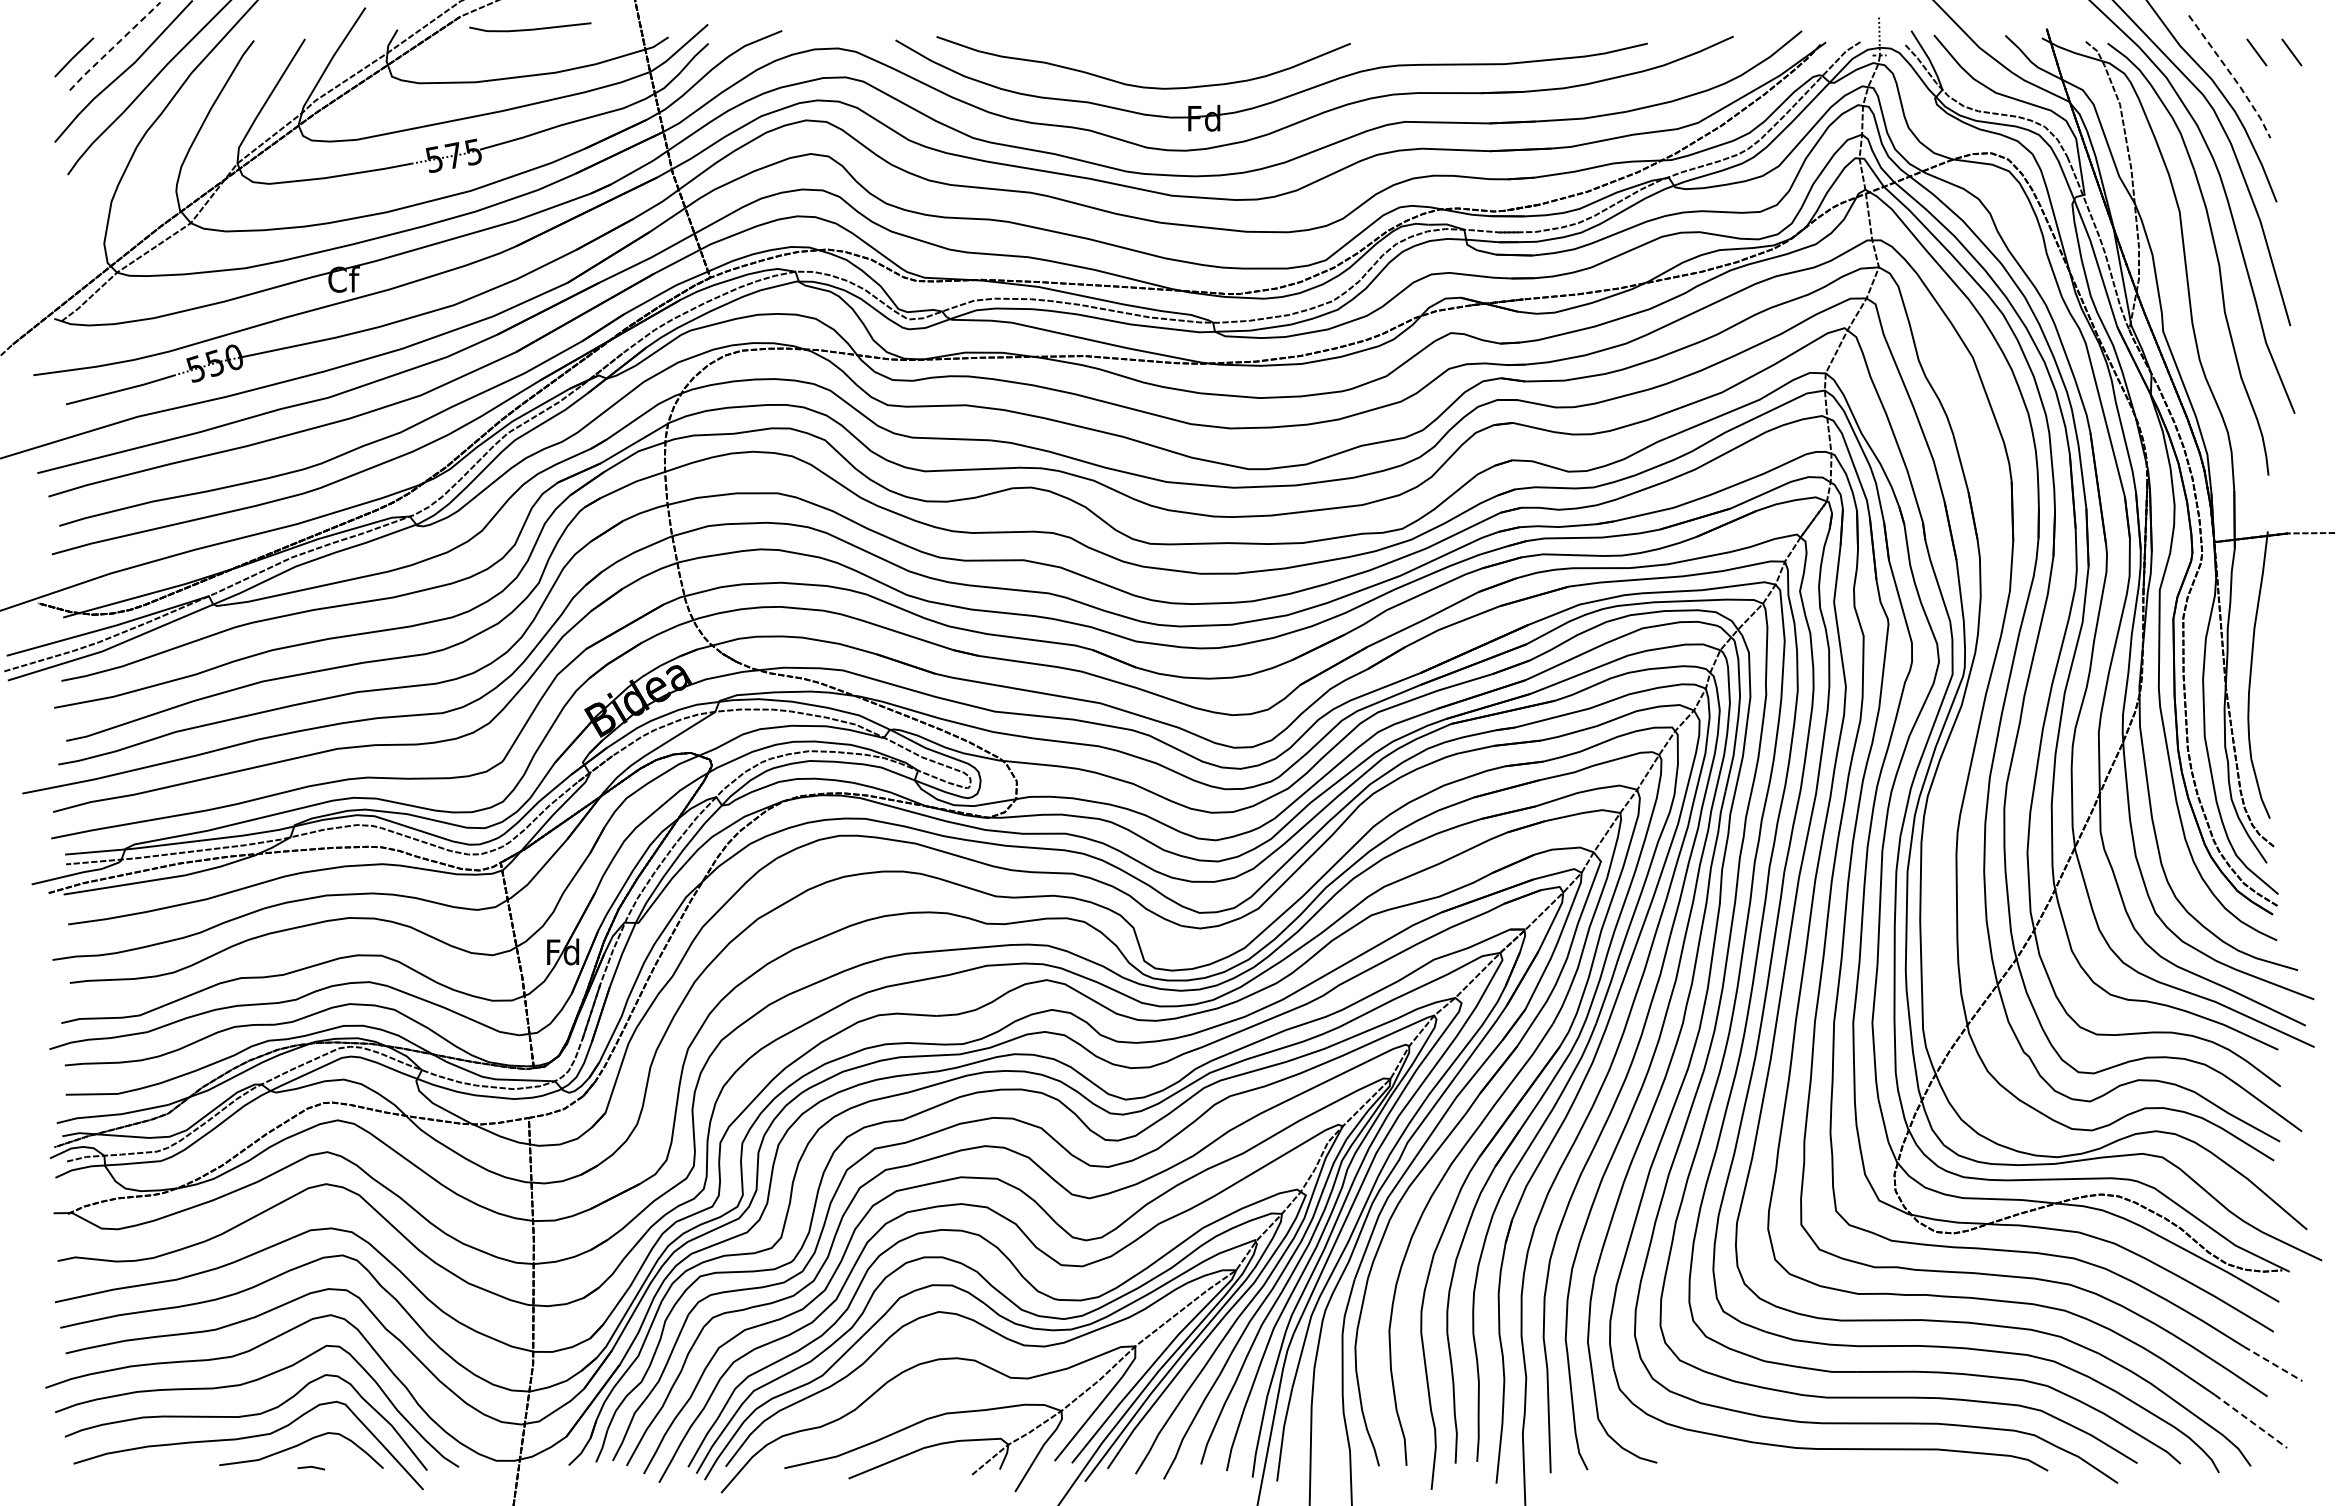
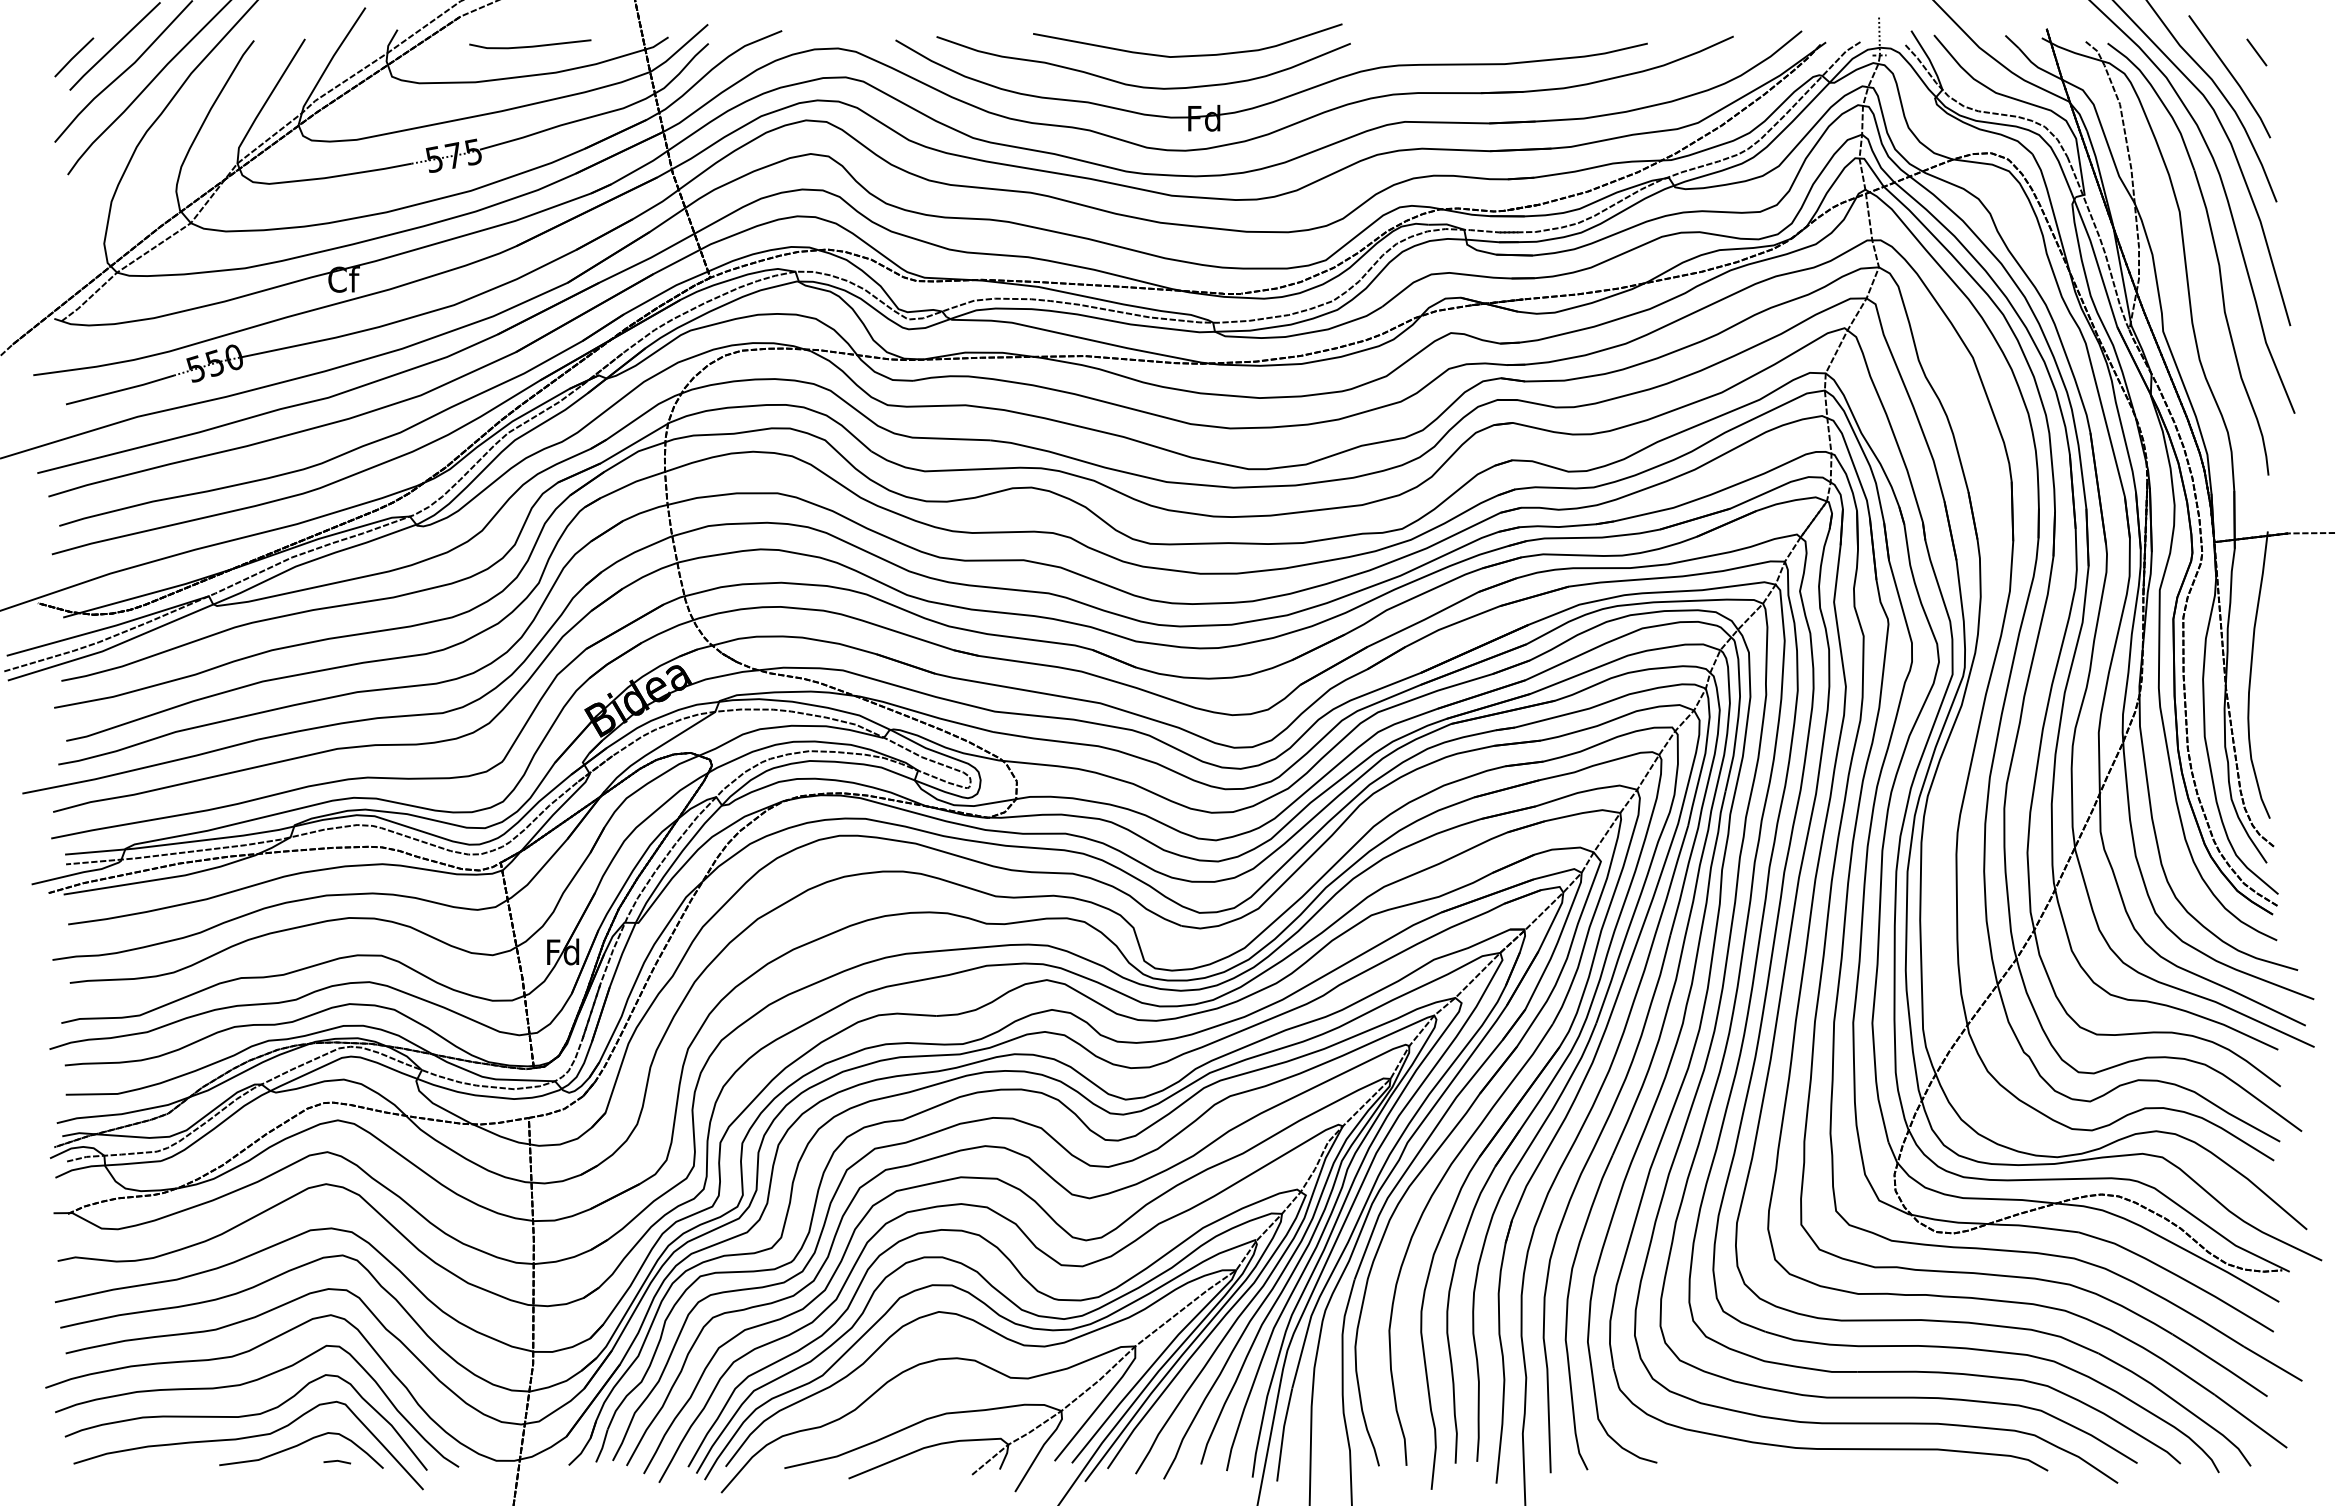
line at (530, 28) position: (530, 28) -> (530, 45)
line at (114, 46): dashed -> solid
line at (2291, 52): present -> none
curve at (1187, 55): none -> present
line at (2232, 76): dashed -> solid
line at (2273, 1363): dashed -> solid
line at (2250, 1421): dashed -> solid
line at (311, 1467) position: (311, 1467) -> (337, 1461)
